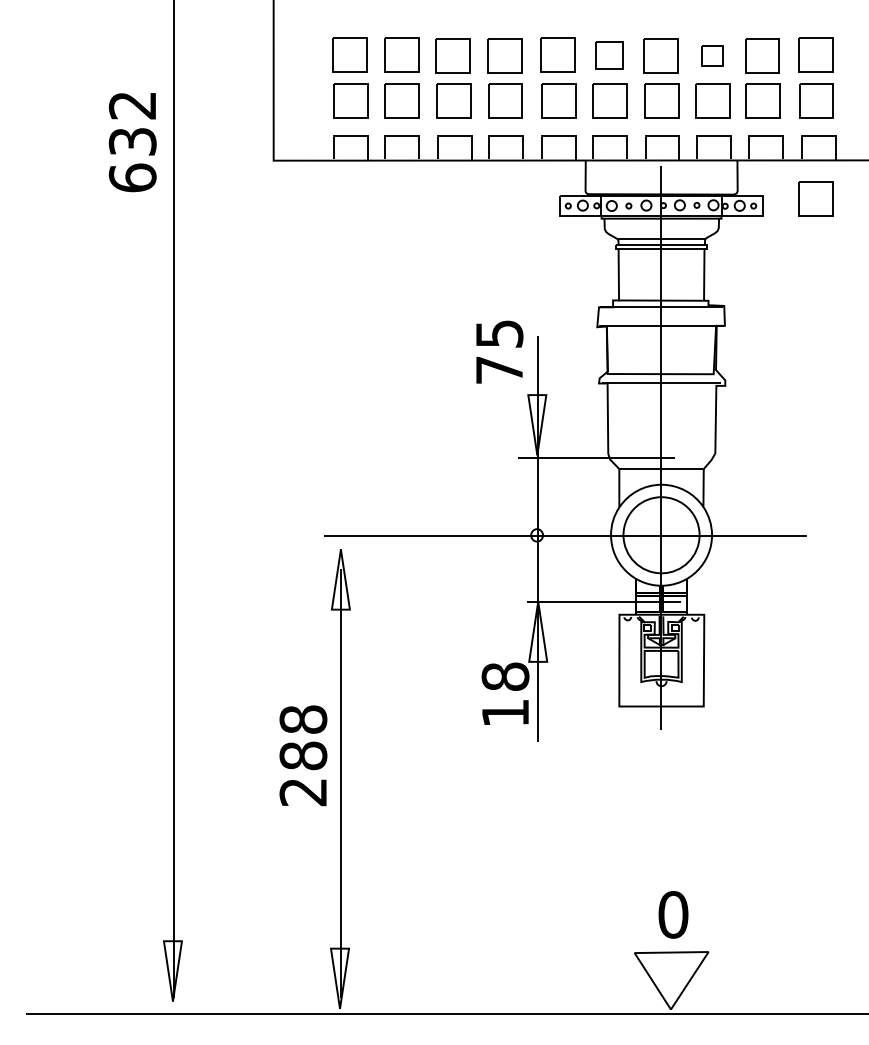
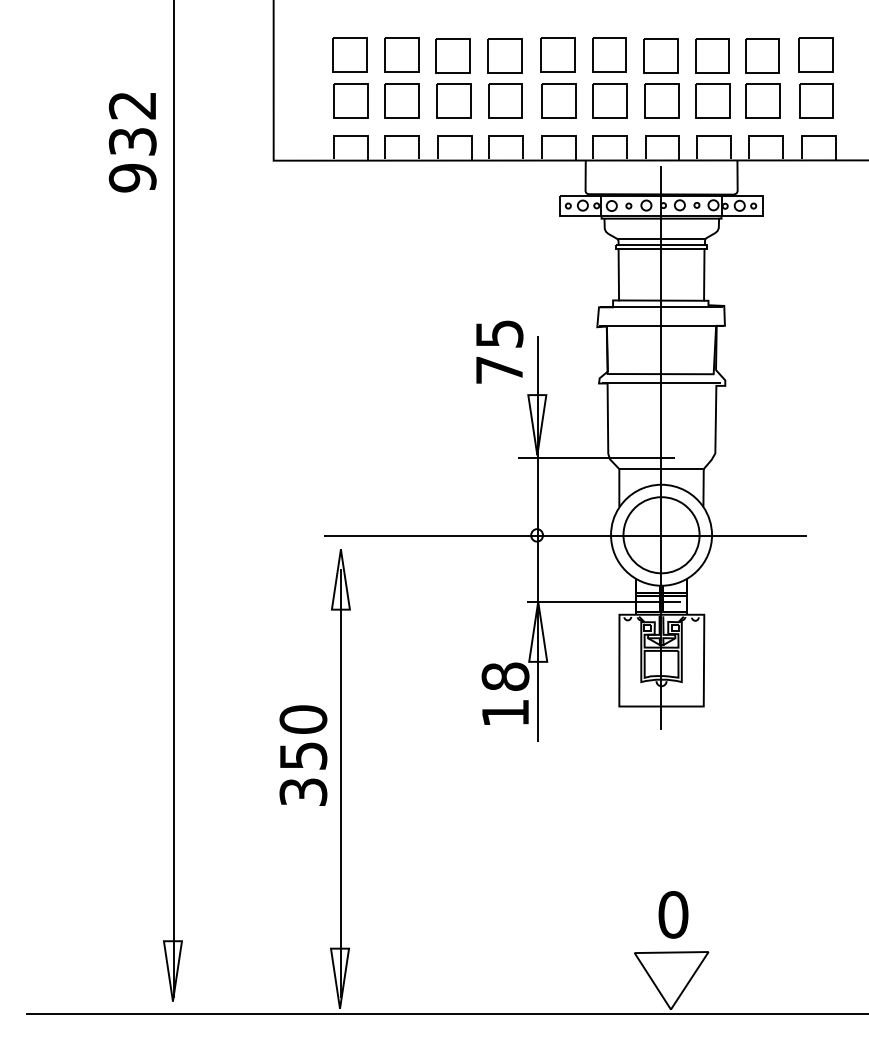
part at (609, 55) size: 29x29 px -> 35x36 px
part at (712, 55) size: 23x22 px -> 35x36 px
text at (132, 177): 632 -> 932
part at (815, 198): present -> none
text at (303, 755): 288 -> 350
